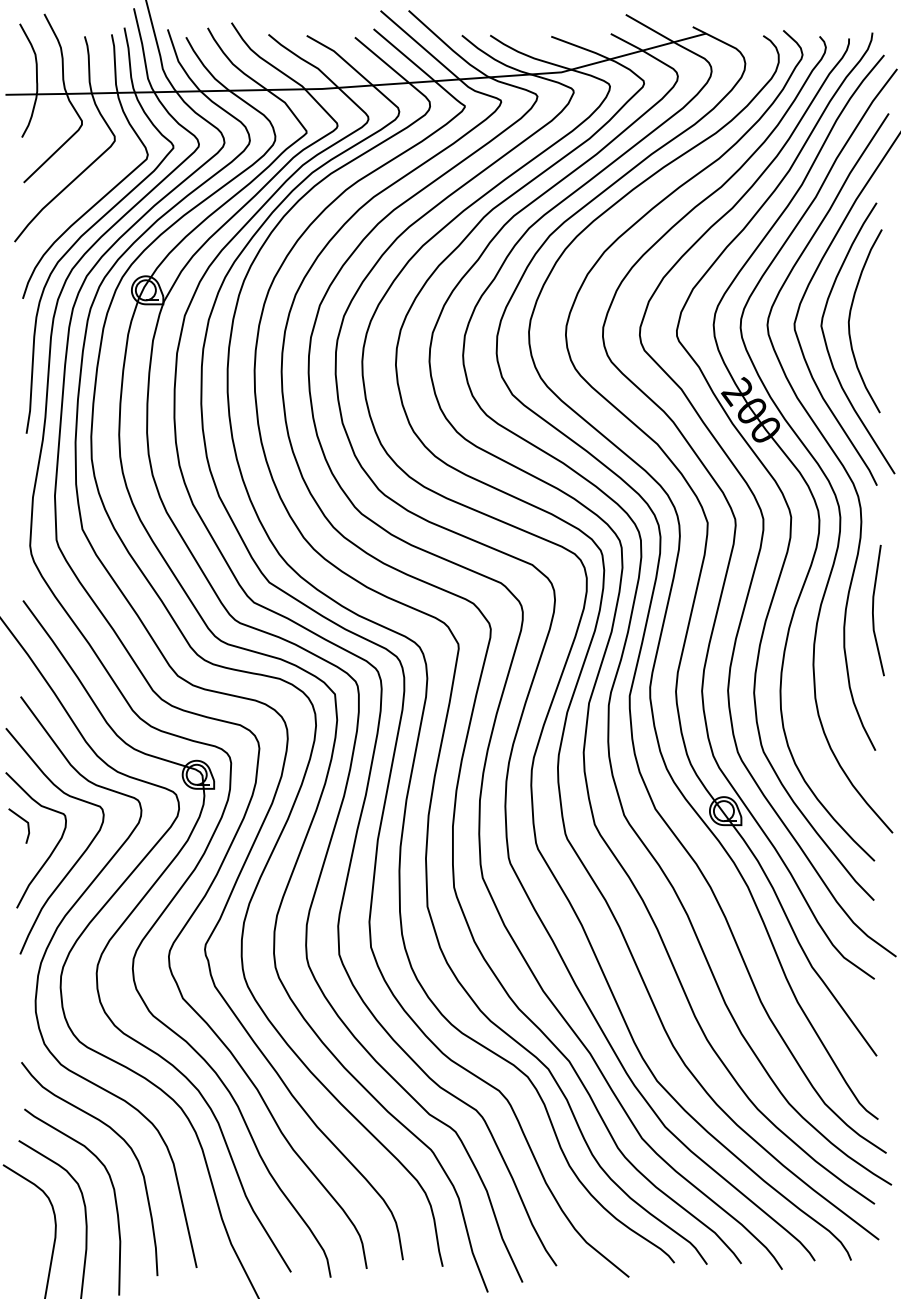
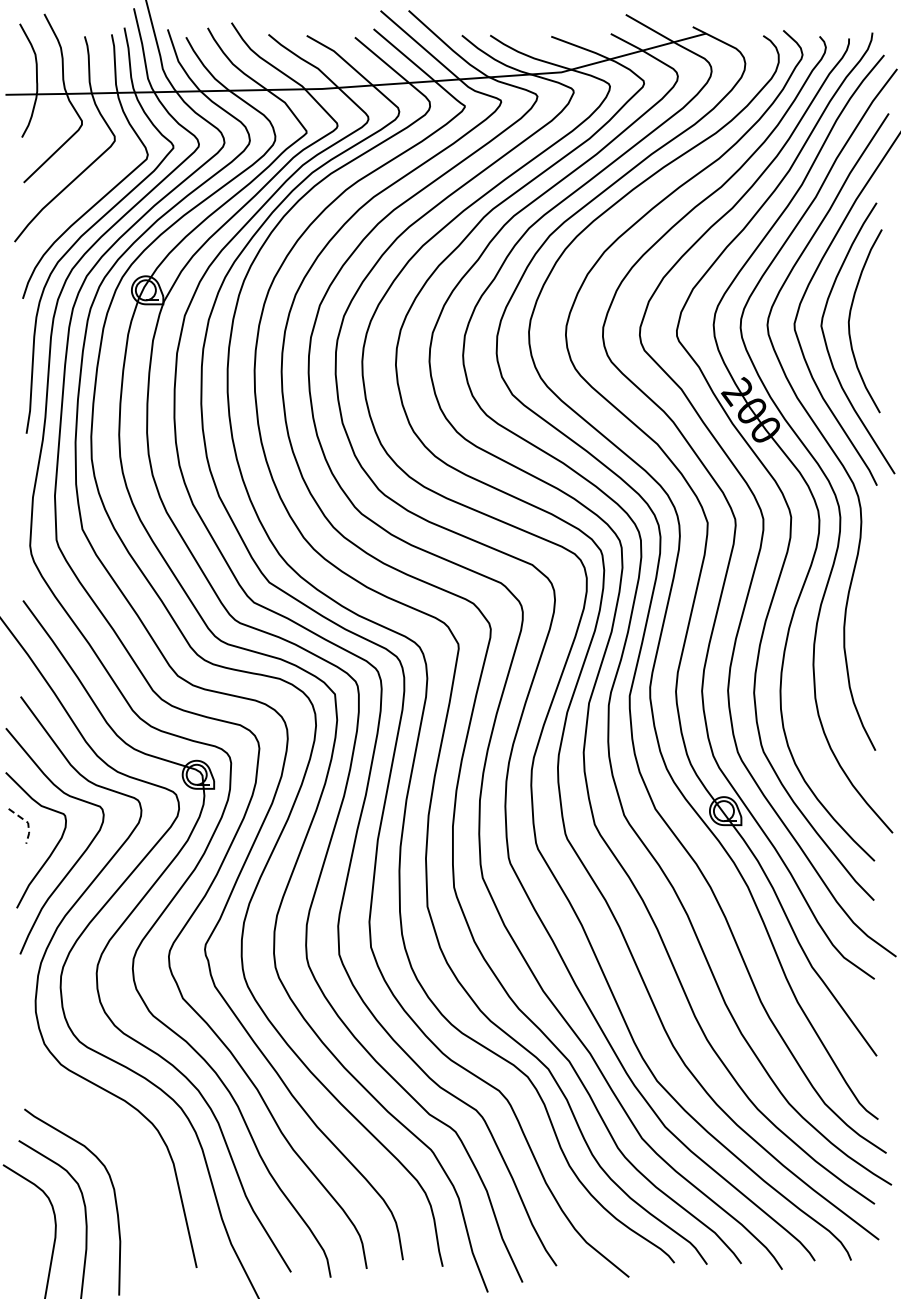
line at (873, 610): present -> none
line at (28, 822): solid -> dashed
curve at (120, 1138): present -> none
